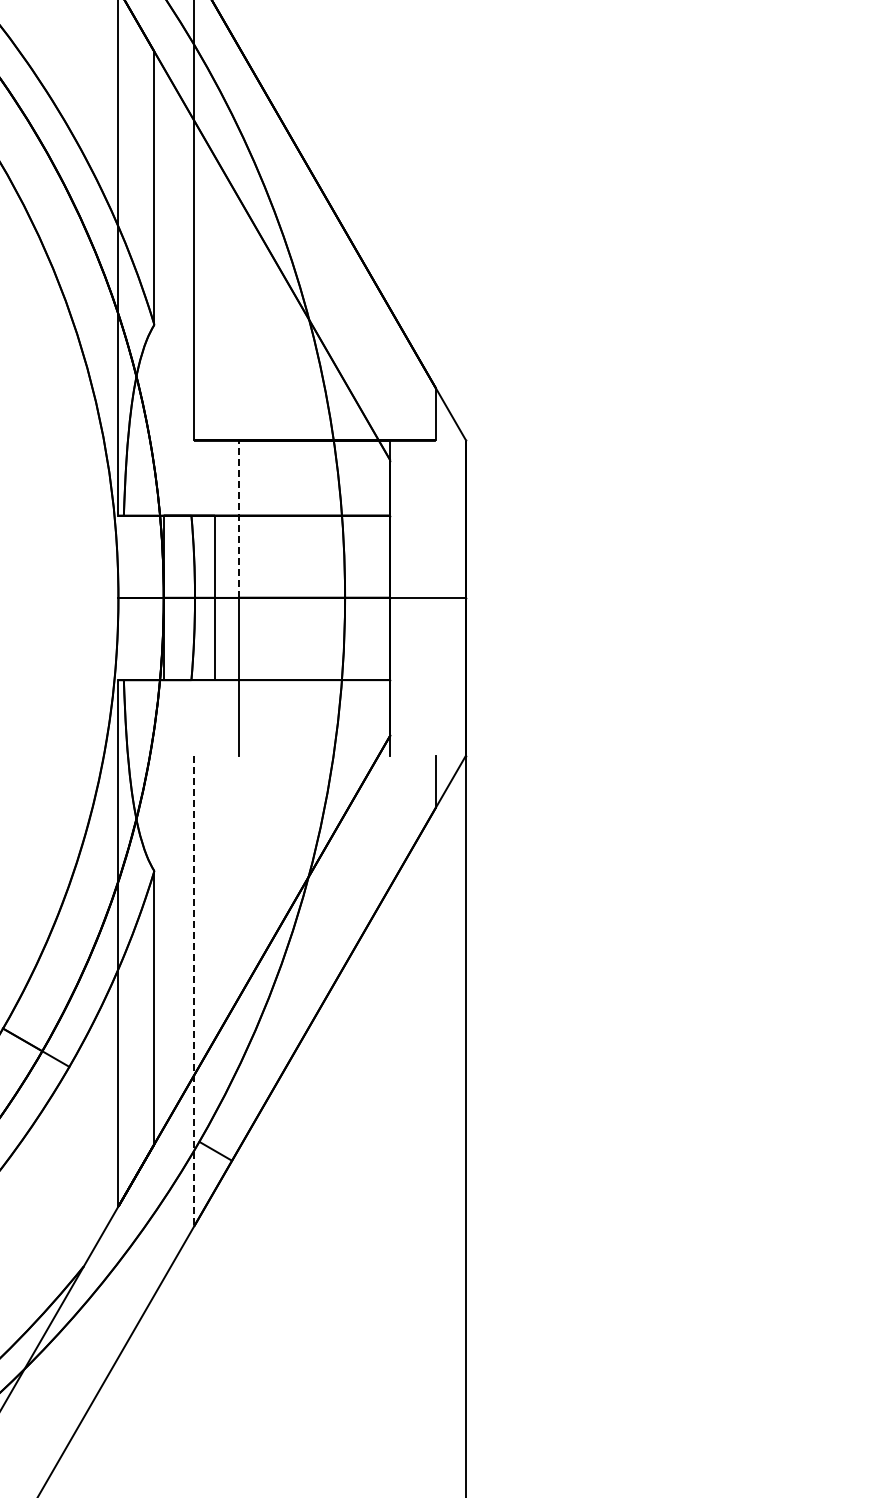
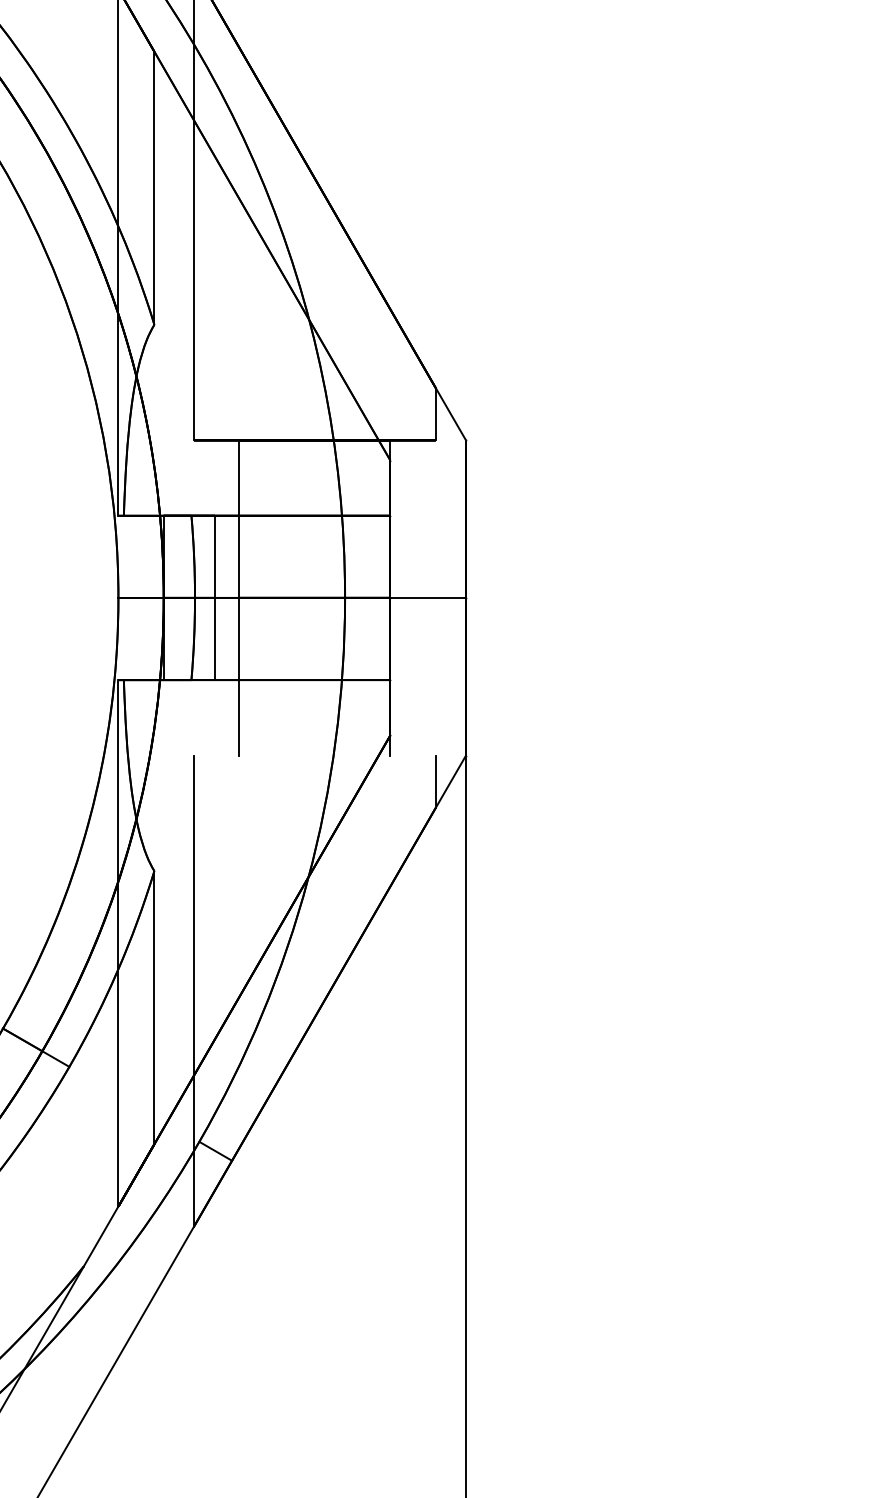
line at (239, 519): dashed -> solid
line at (193, 991): dashed -> solid
